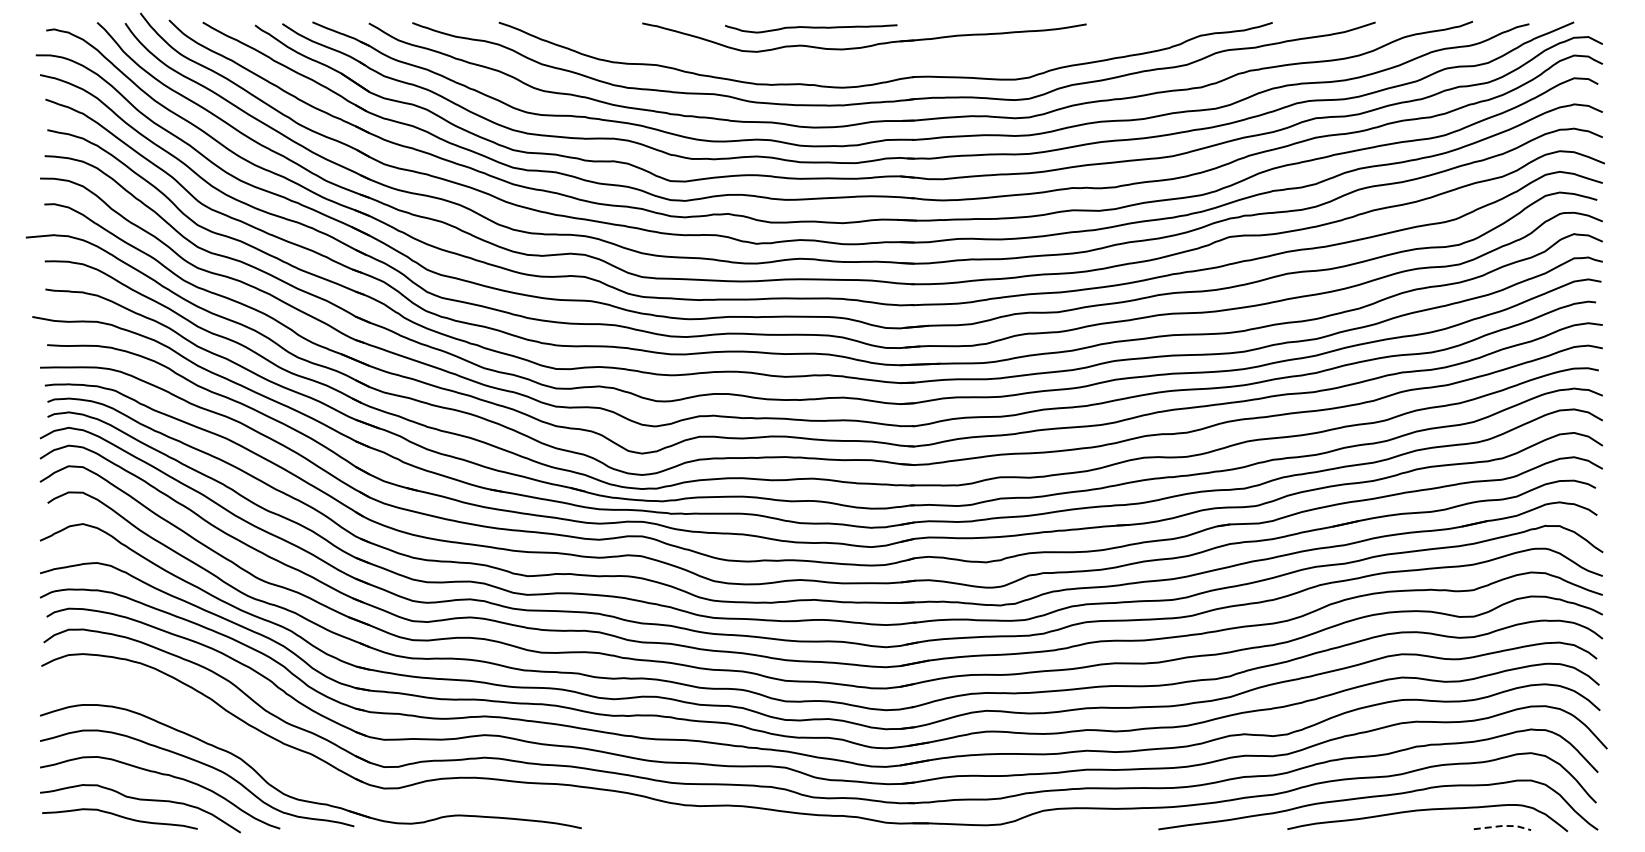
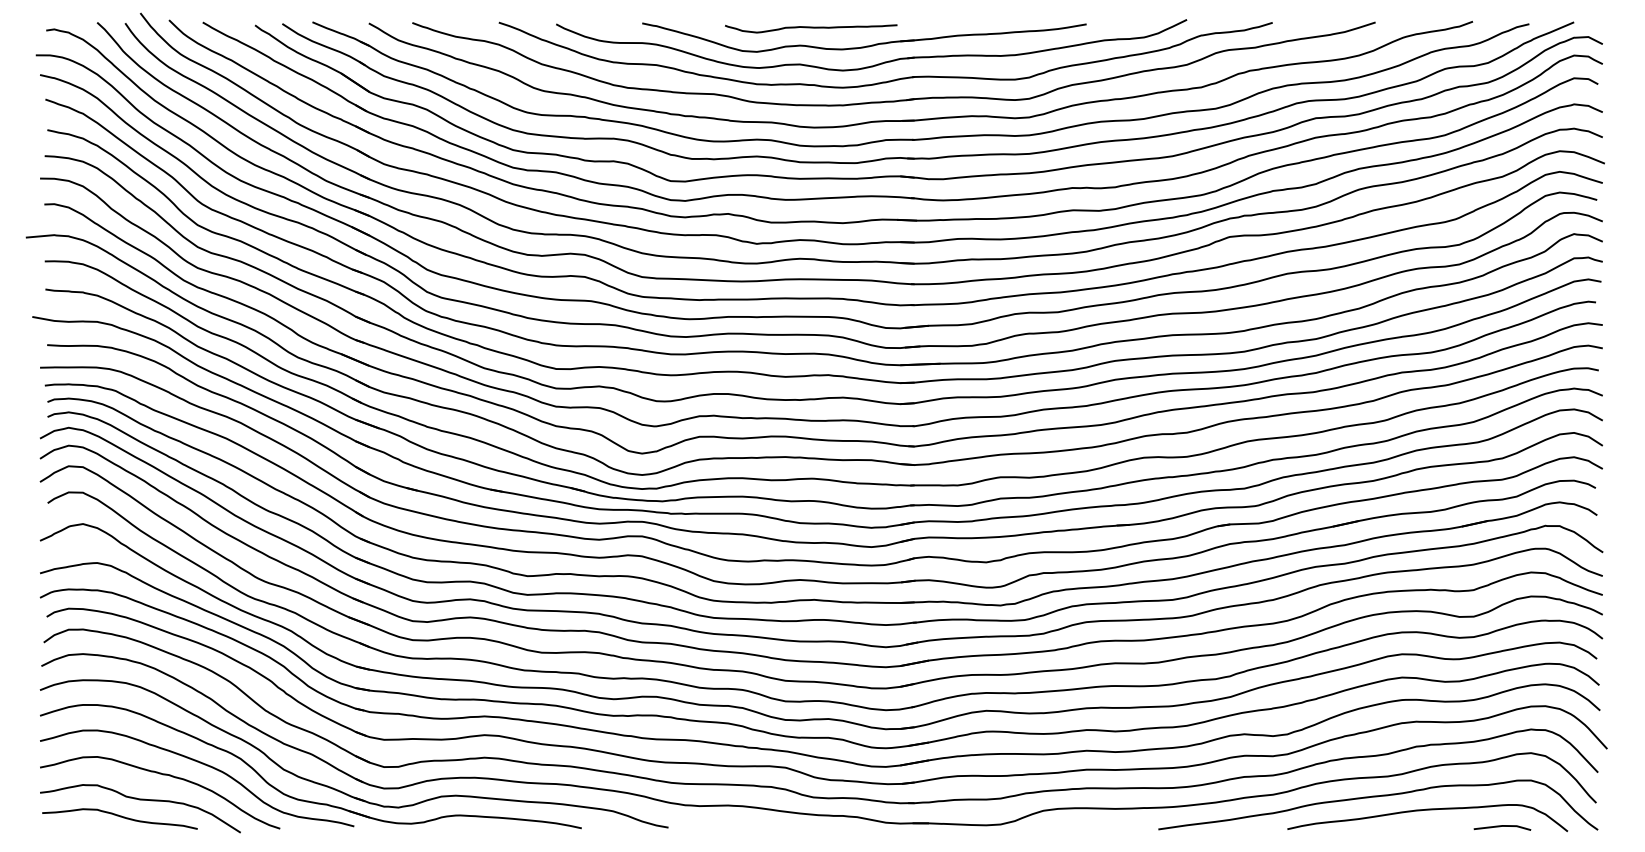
part at (874, 64): none -> present
part at (338, 789): none -> present
line at (1503, 825): dashed -> solid
